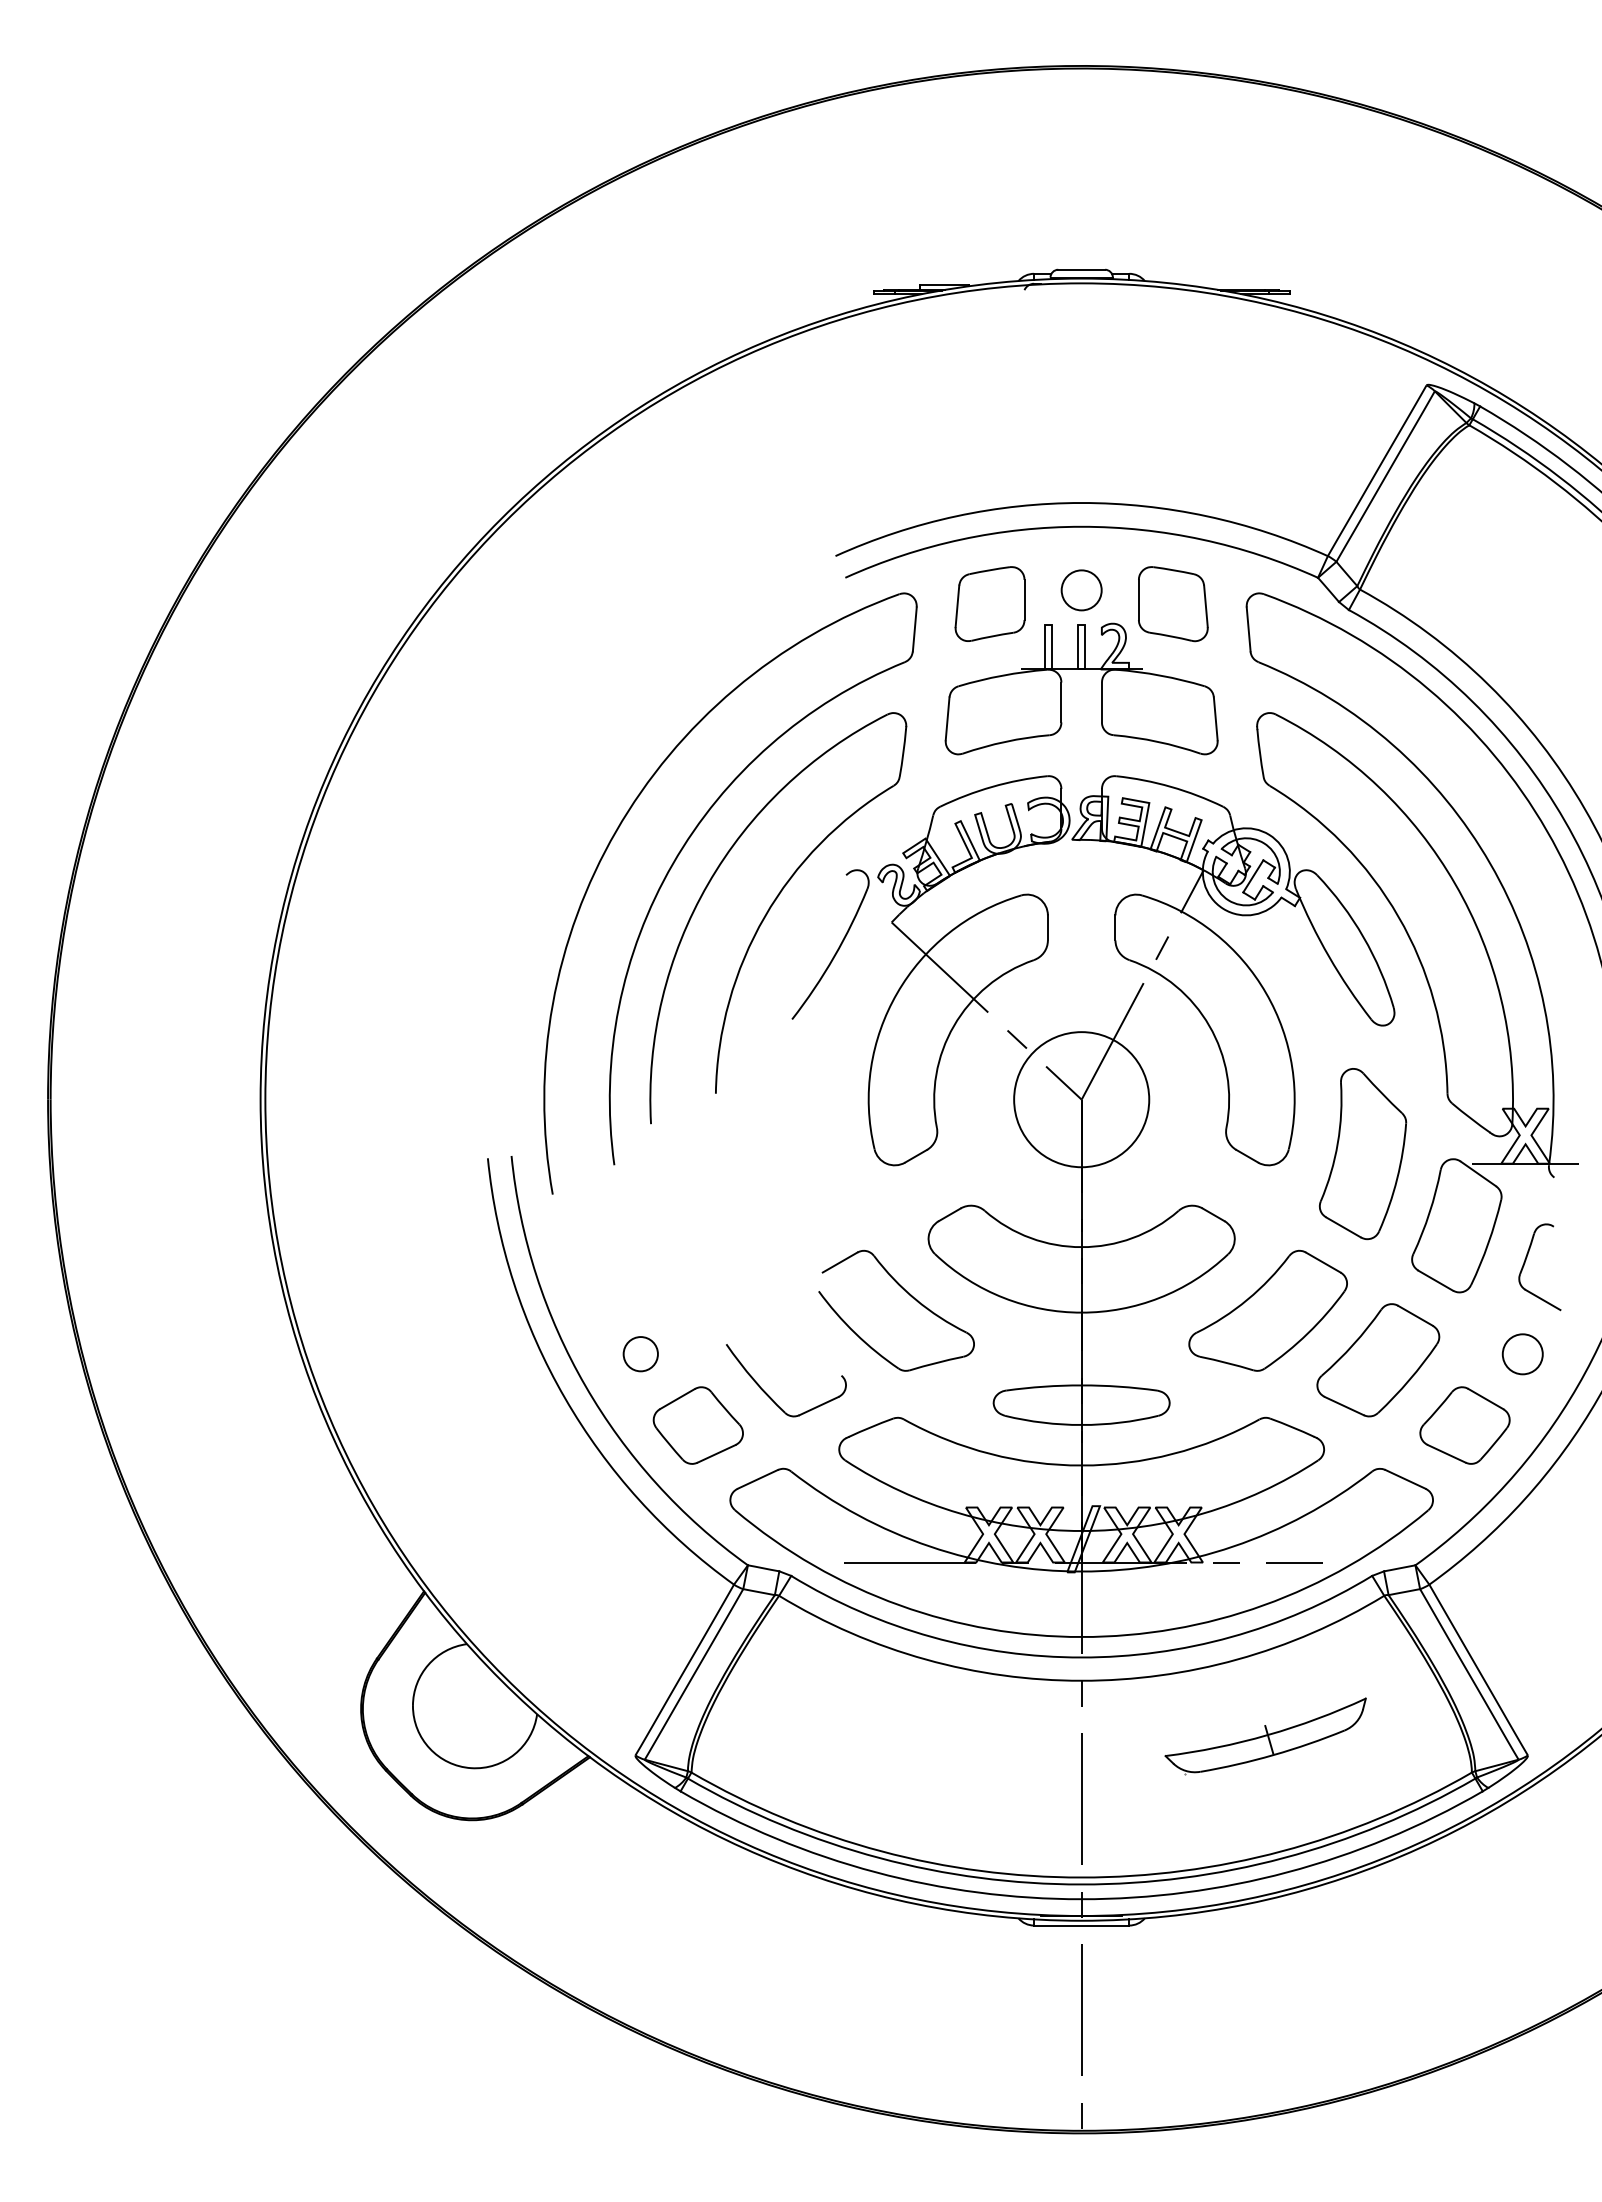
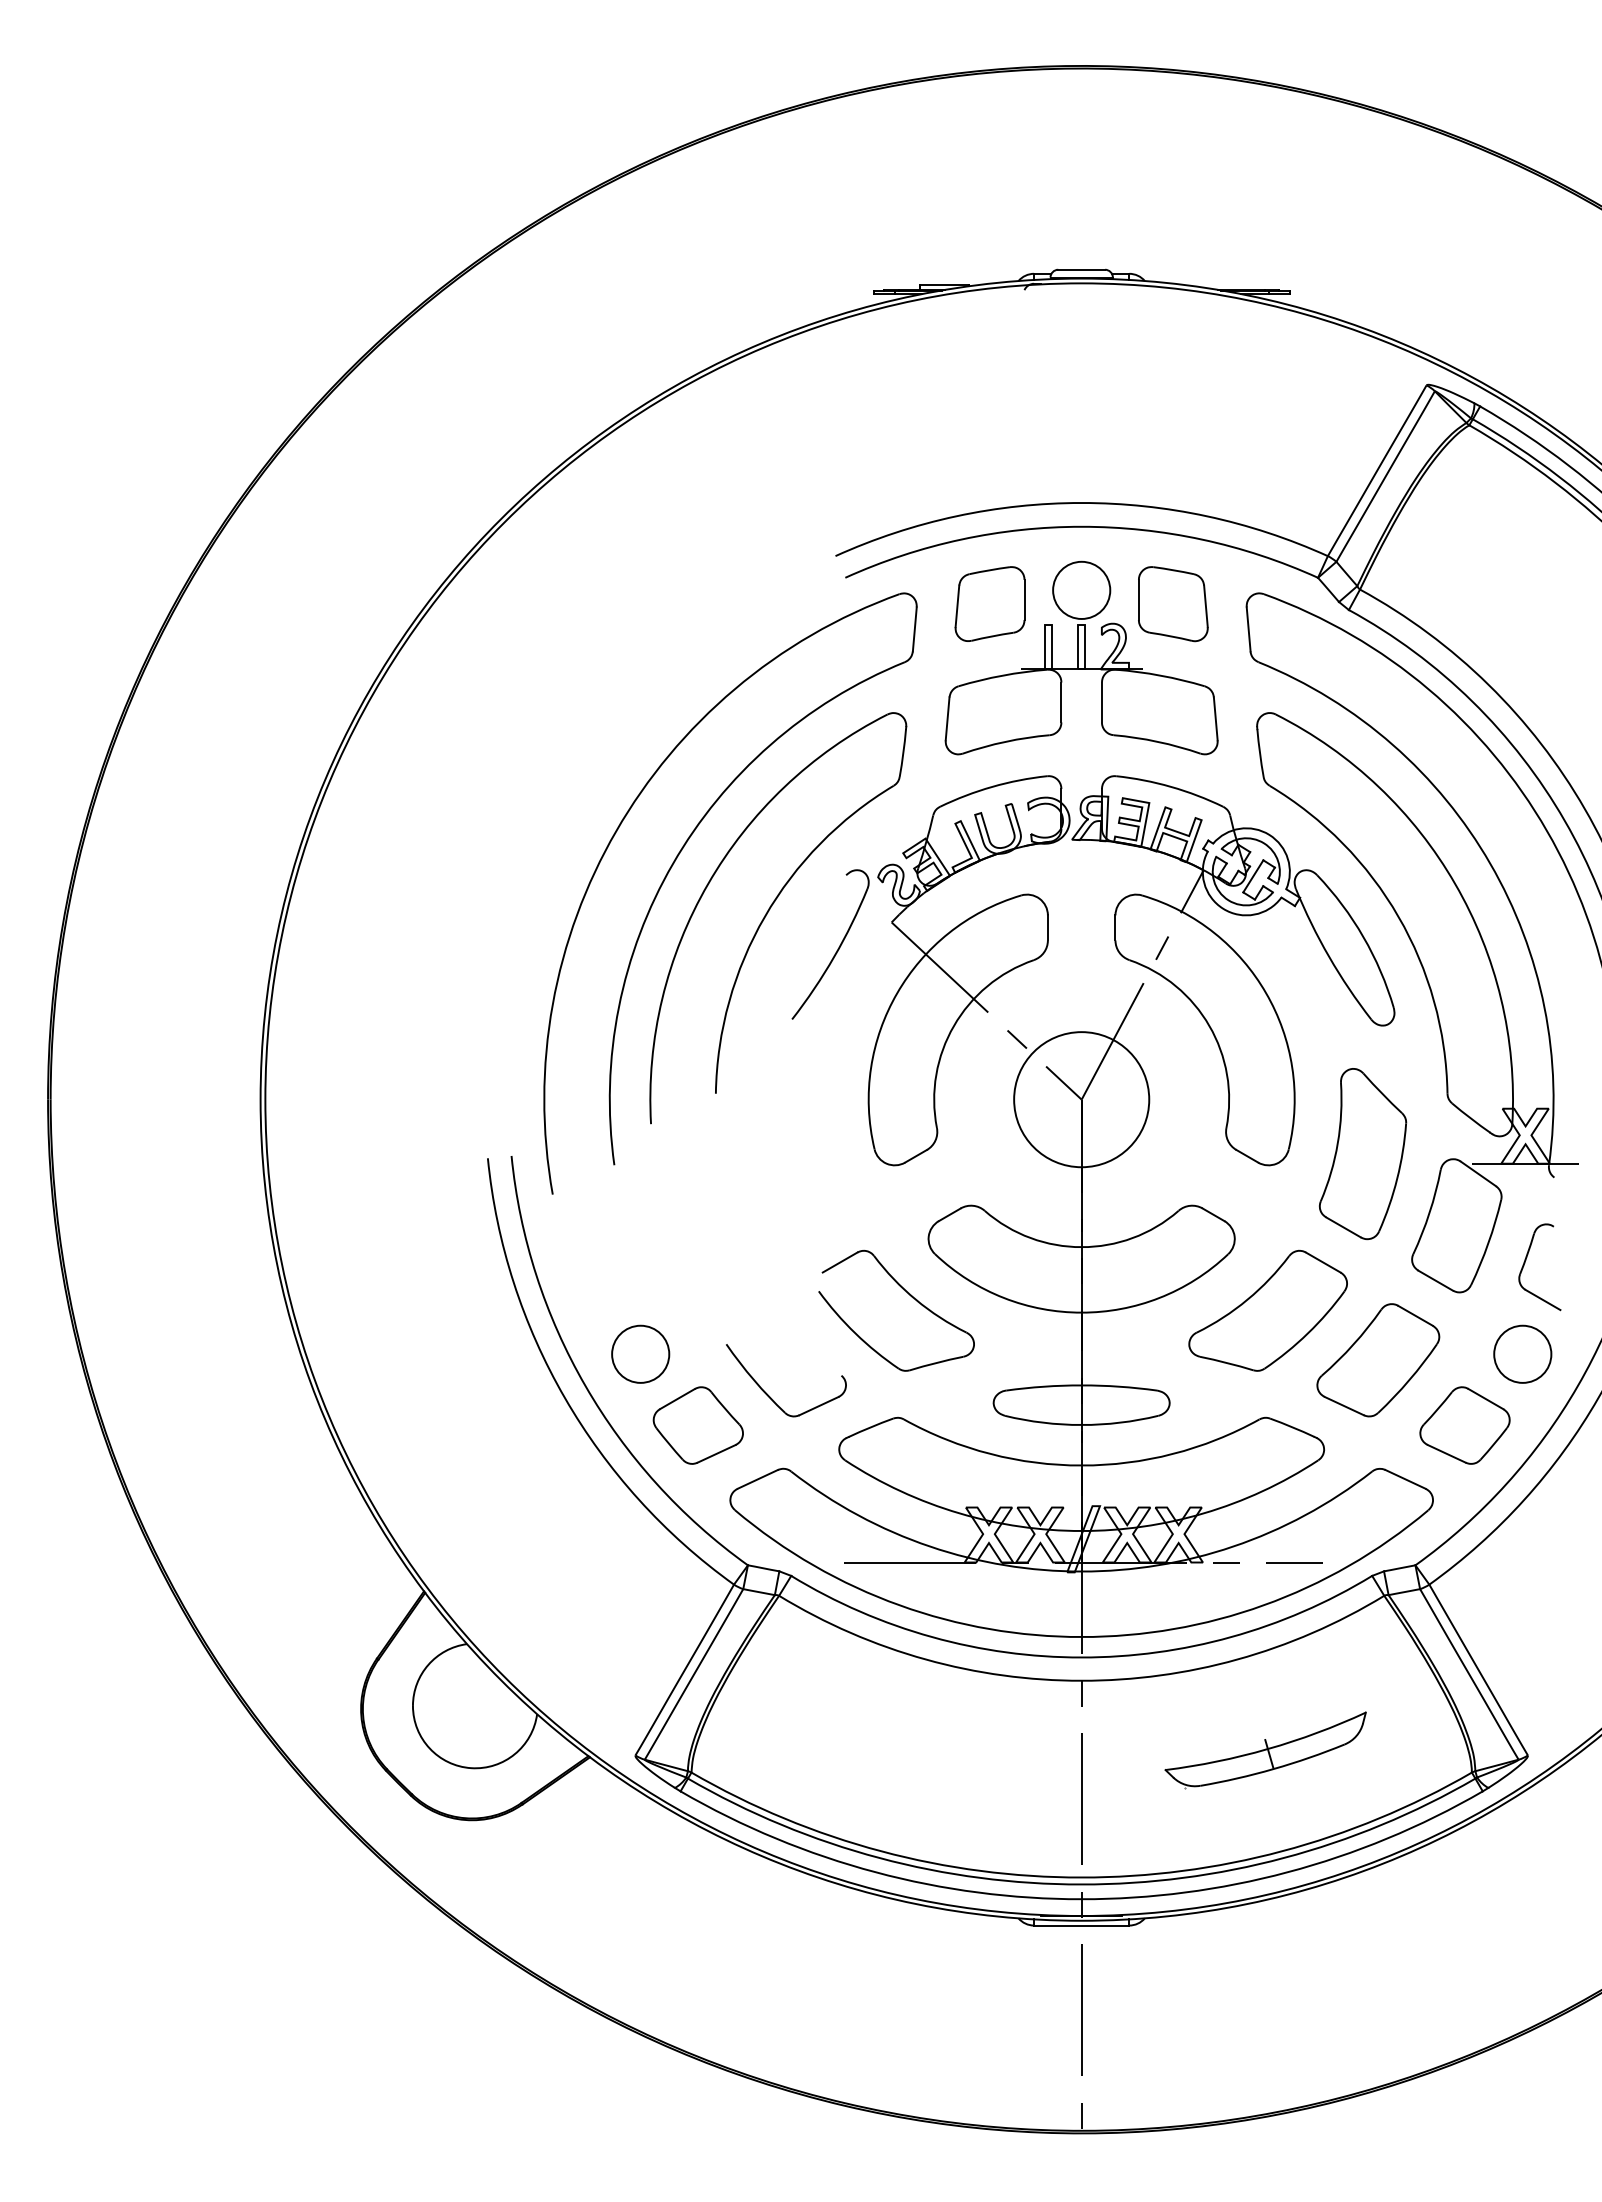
circle at (1081, 590) diameter: 40 px -> 57 px
circle at (640, 1354) size: 37x37 px -> 60x60 px
circle at (1522, 1354) diameter: 40 px -> 57 px
part at (1265, 1736) position: (1265, 1736) -> (1265, 1750)
